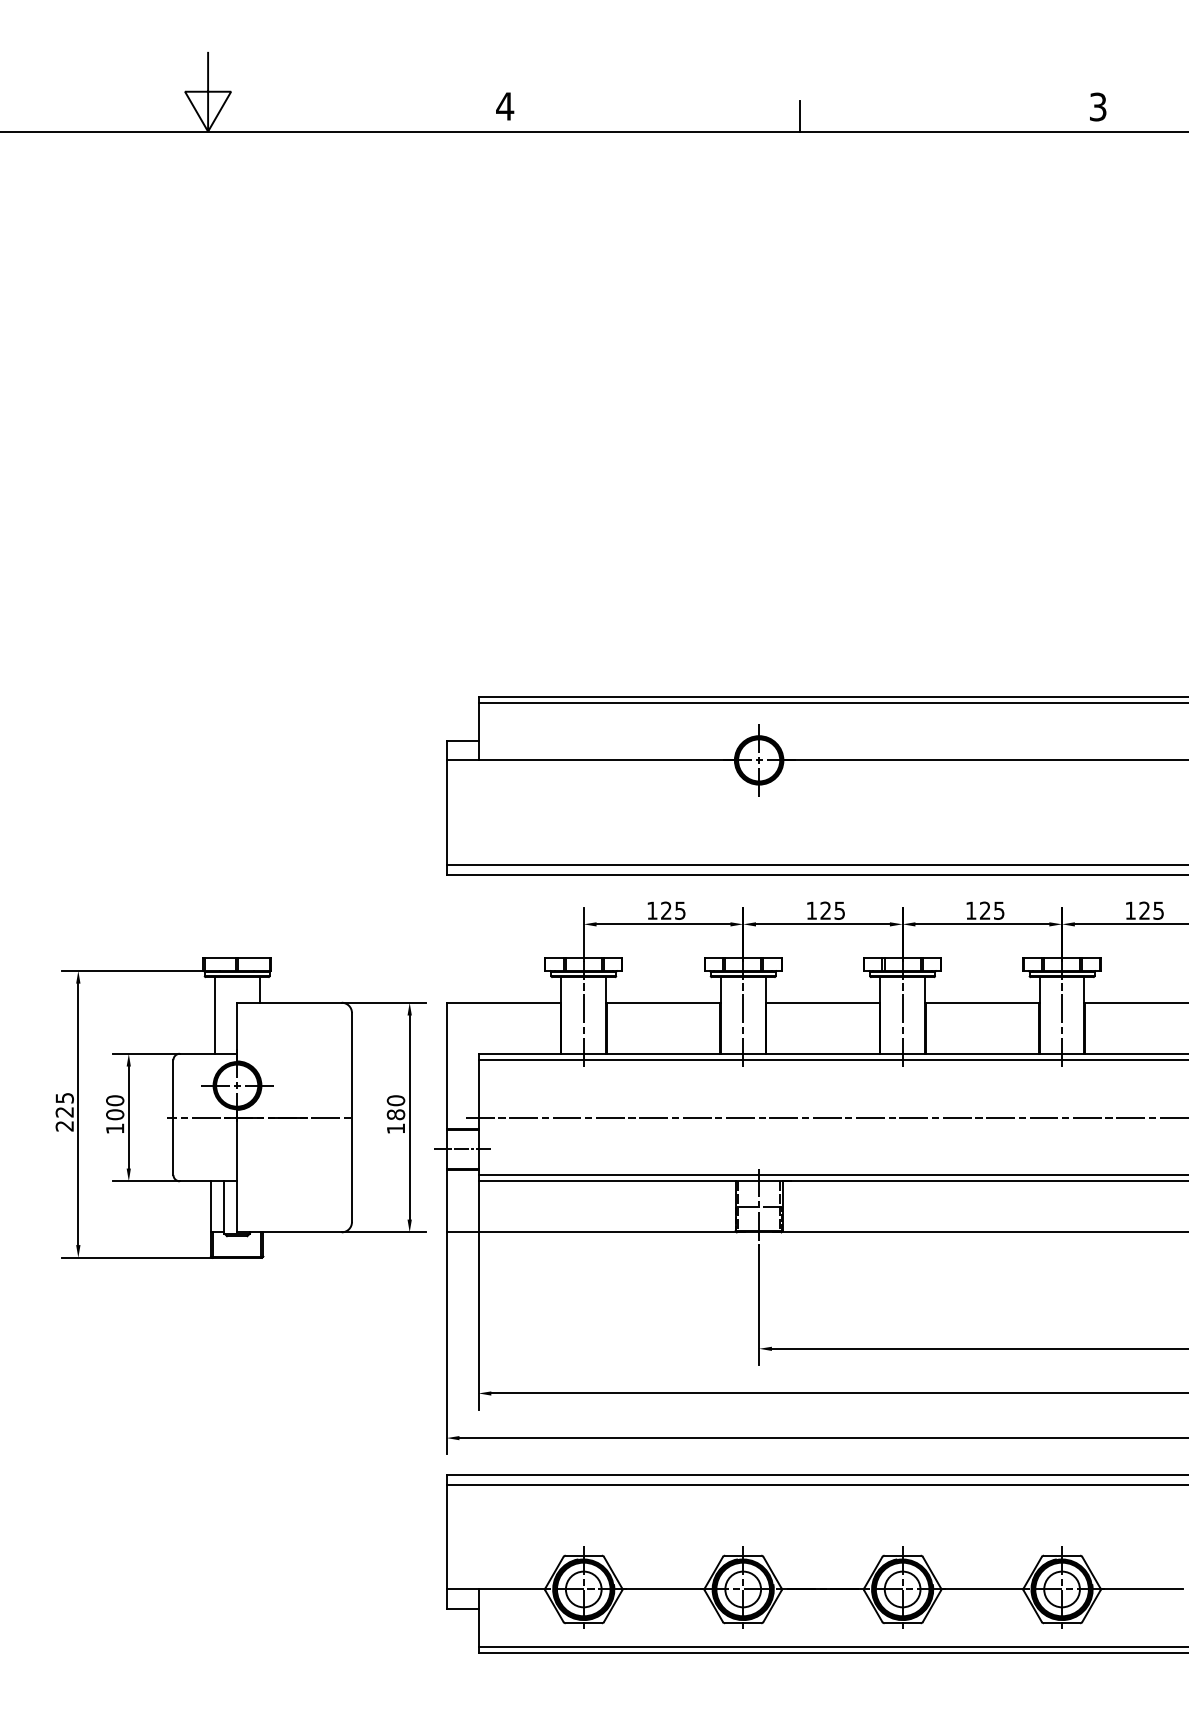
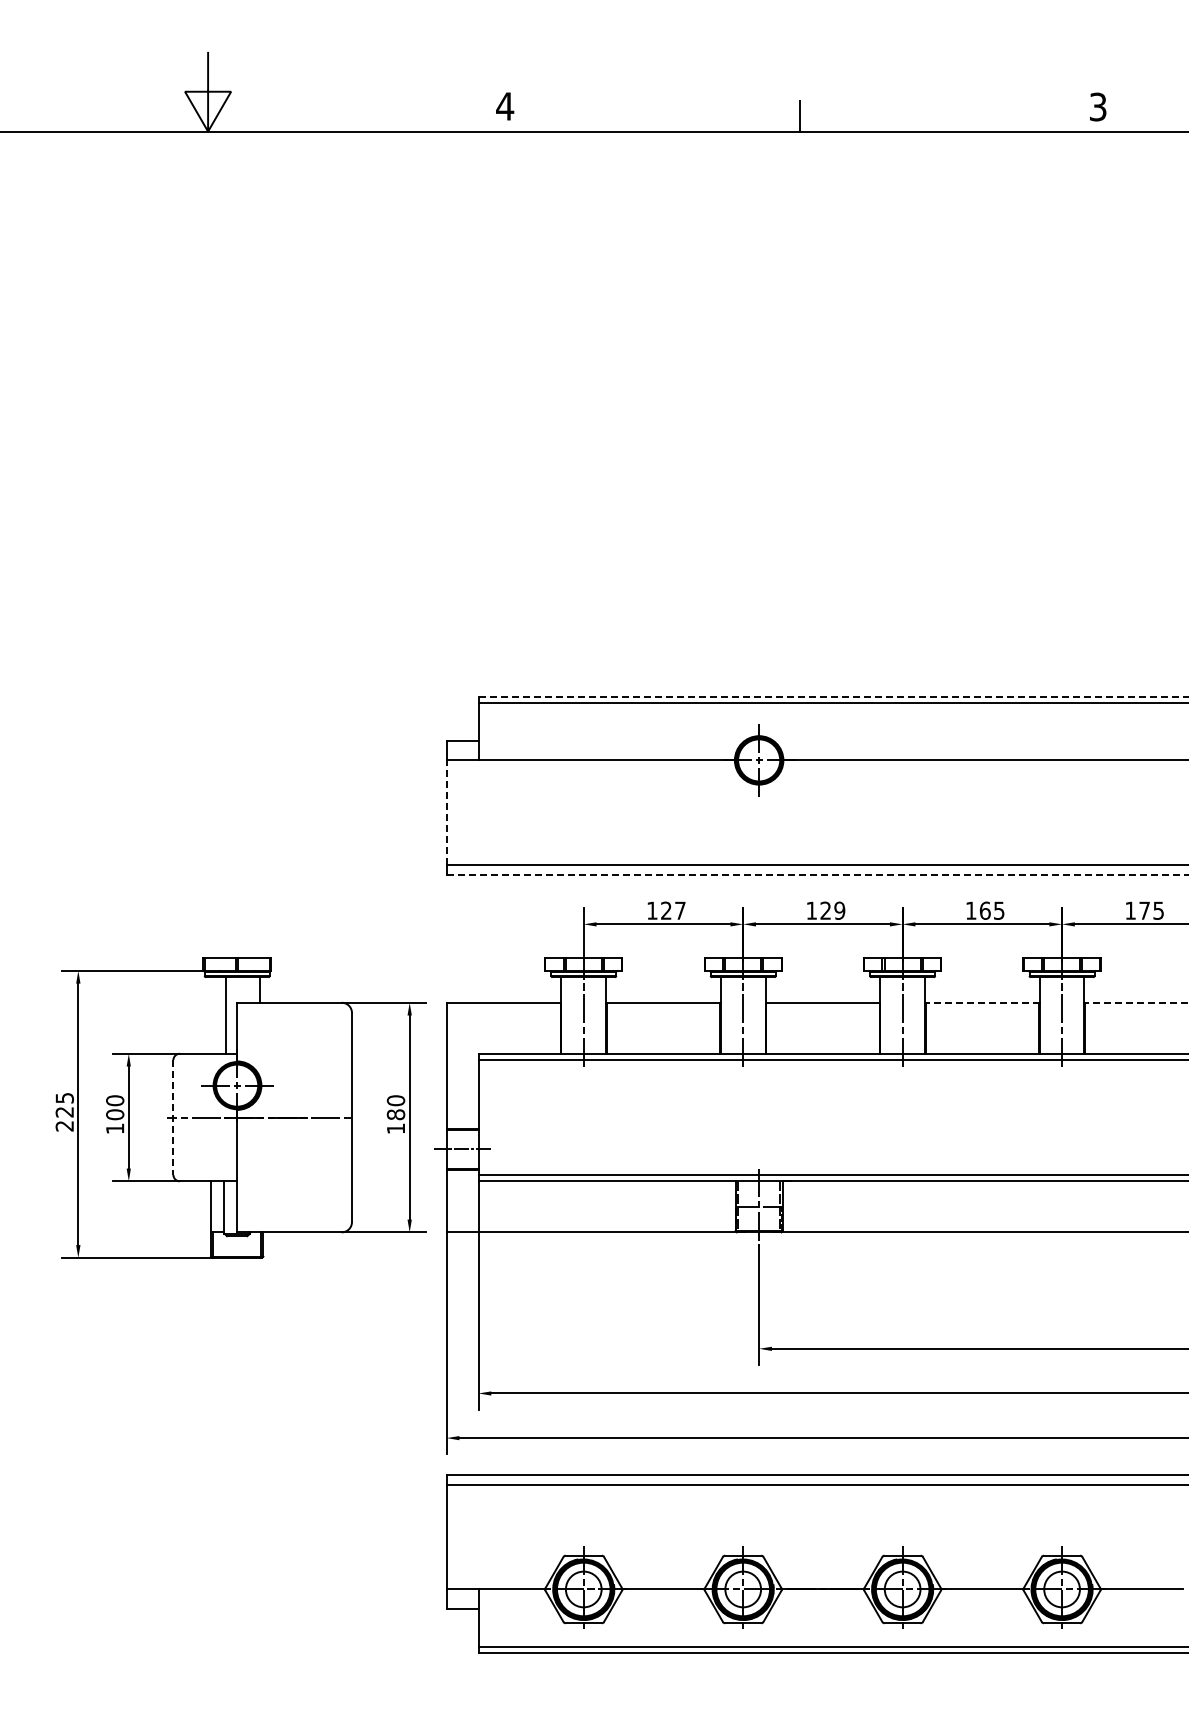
line at (833, 696): solid -> dashed
line at (446, 812): solid -> dashed
line at (817, 875): solid -> dashed
text at (680, 910): 125 -> 127
text at (839, 910): 125 -> 129
text at (984, 910): 125 -> 165
text at (1144, 910): 125 -> 175
line at (981, 1002): solid -> dashed
line at (1136, 1002): solid -> dashed
line at (214, 1015) position: (214, 1015) -> (225, 1015)
line at (825, 1117): present -> none
line at (173, 1118): solid -> dashed
